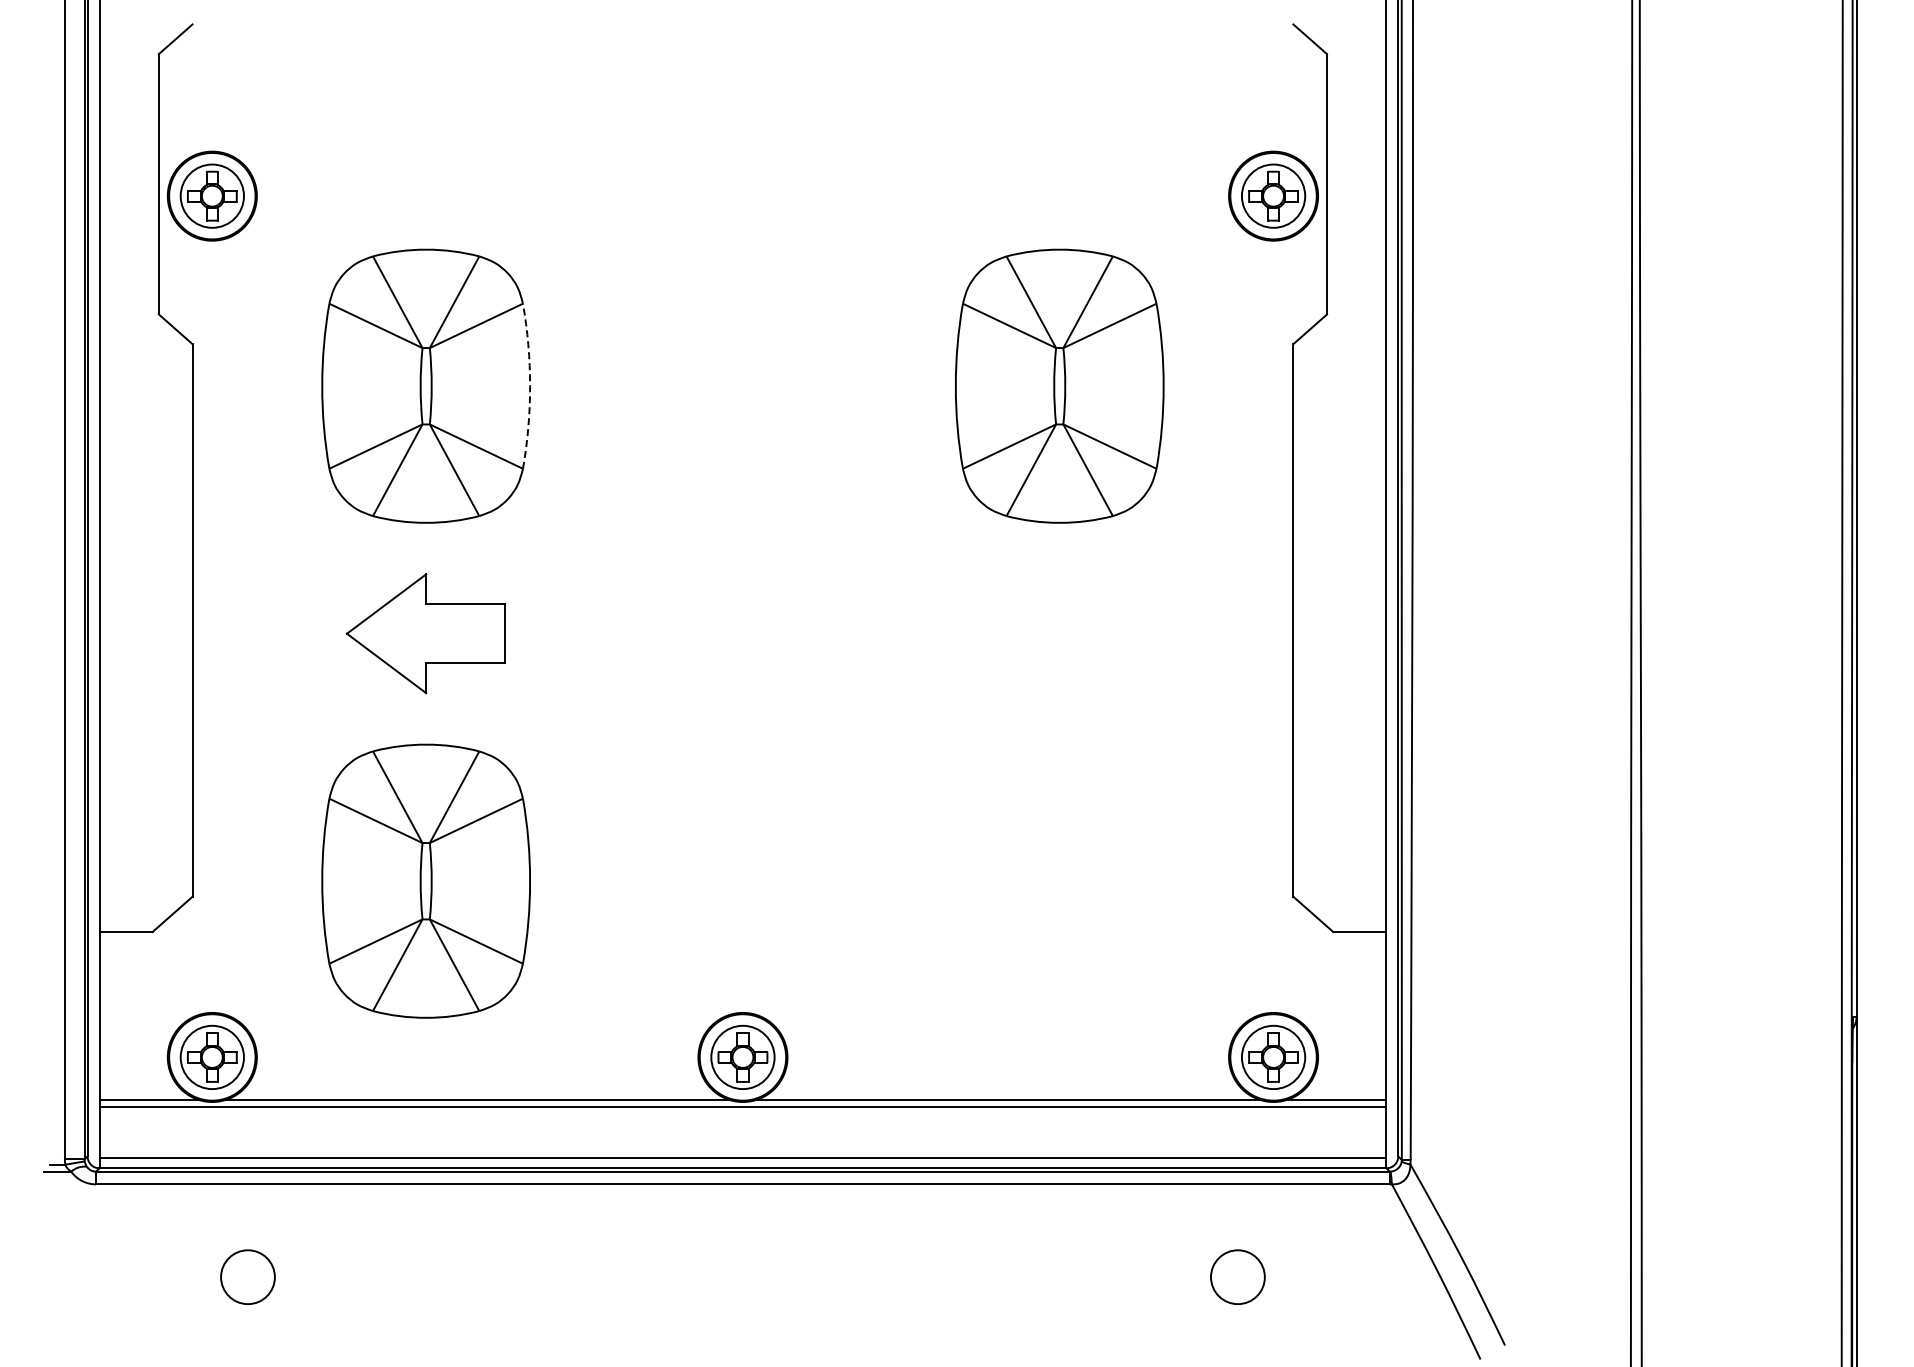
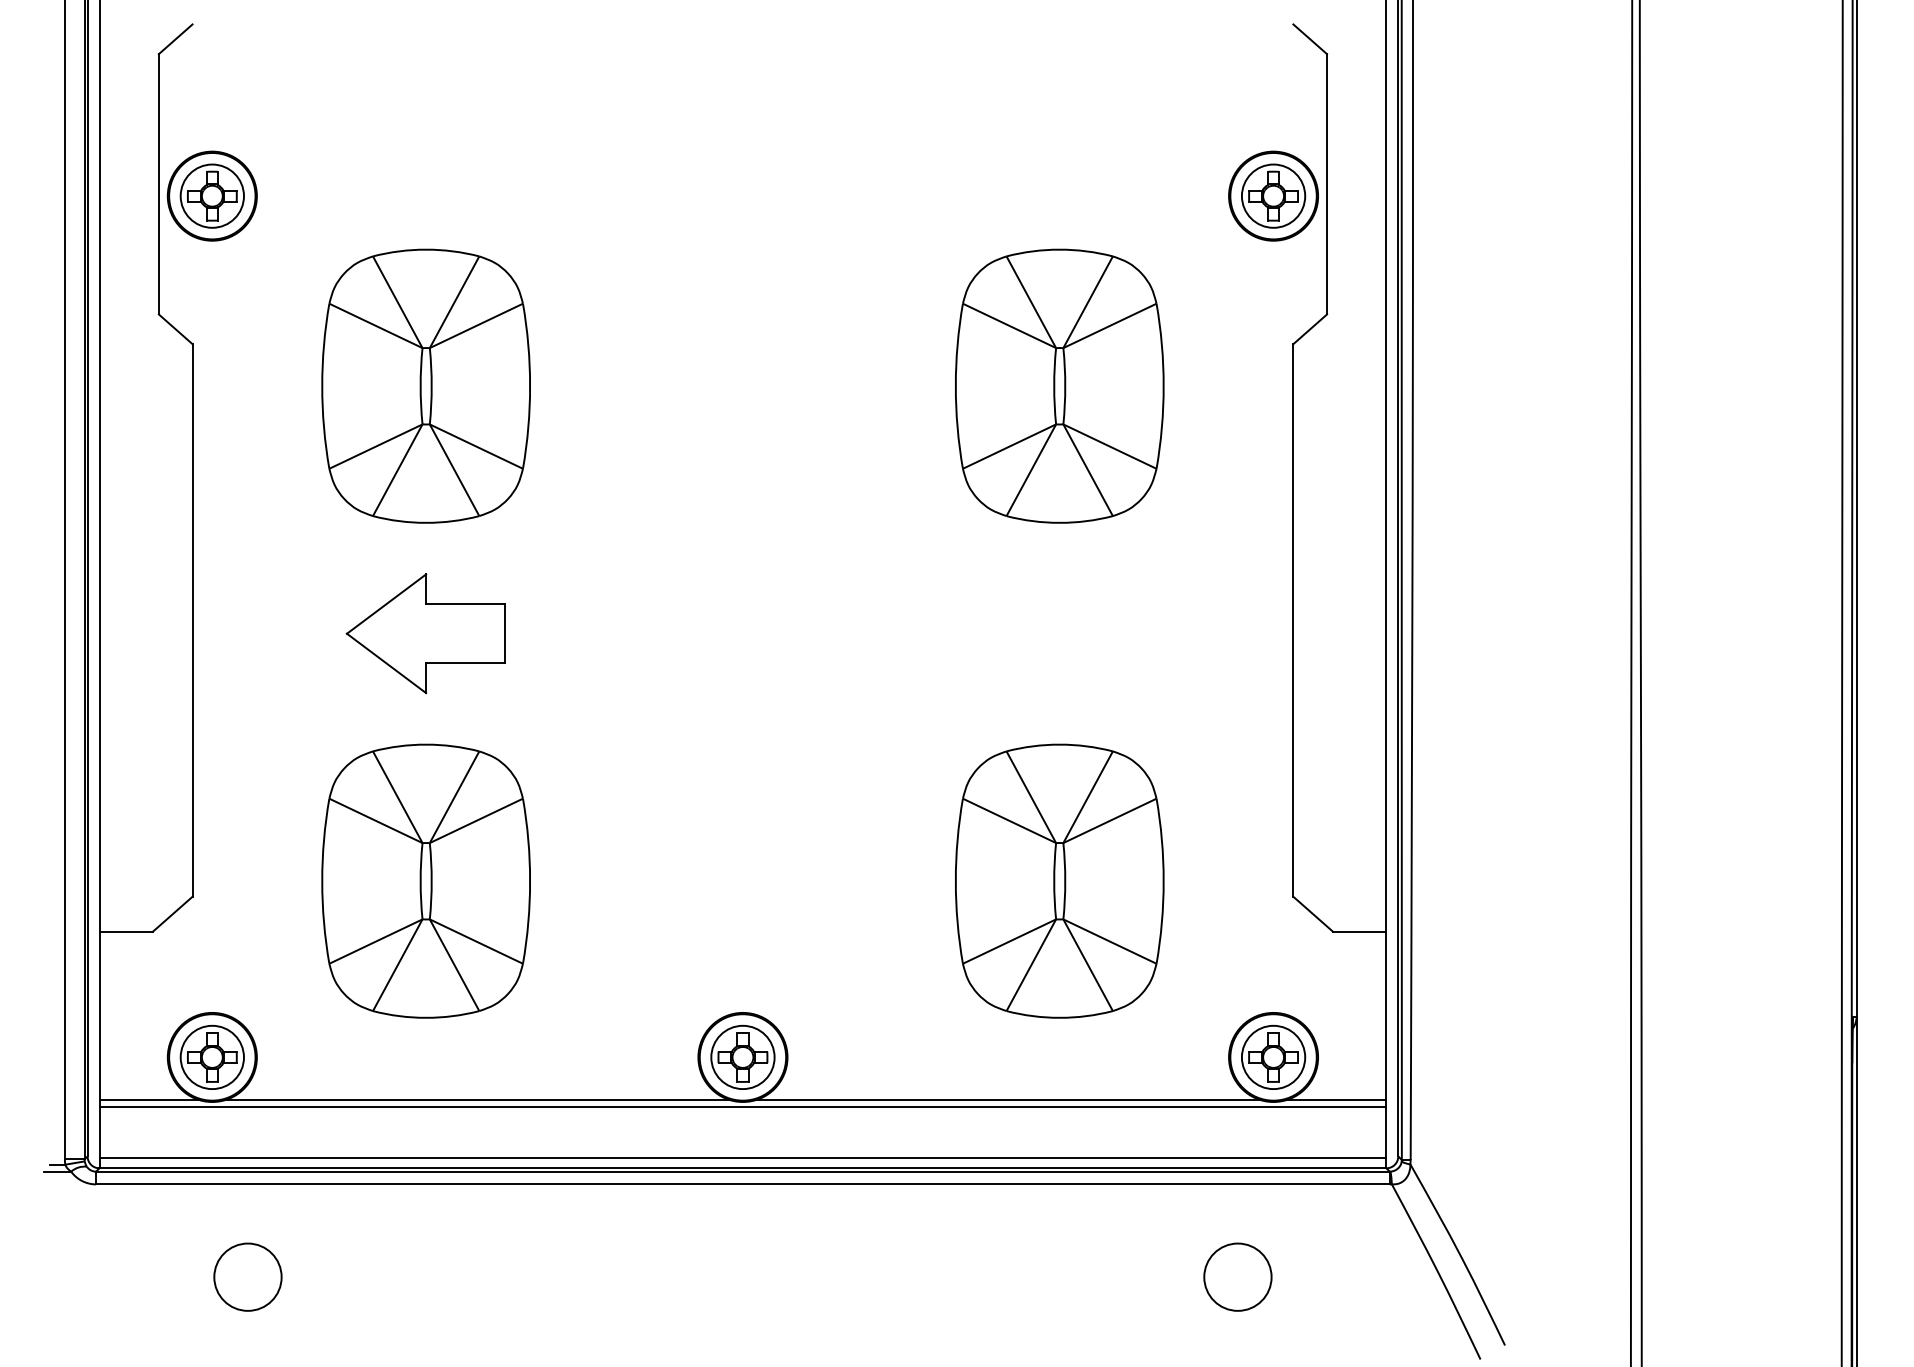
arc at (530, 386): dashed -> solid
part at (1059, 880): none -> present
circle at (247, 1277) diameter: 54 px -> 67 px
circle at (1237, 1277) diameter: 54 px -> 67 px
